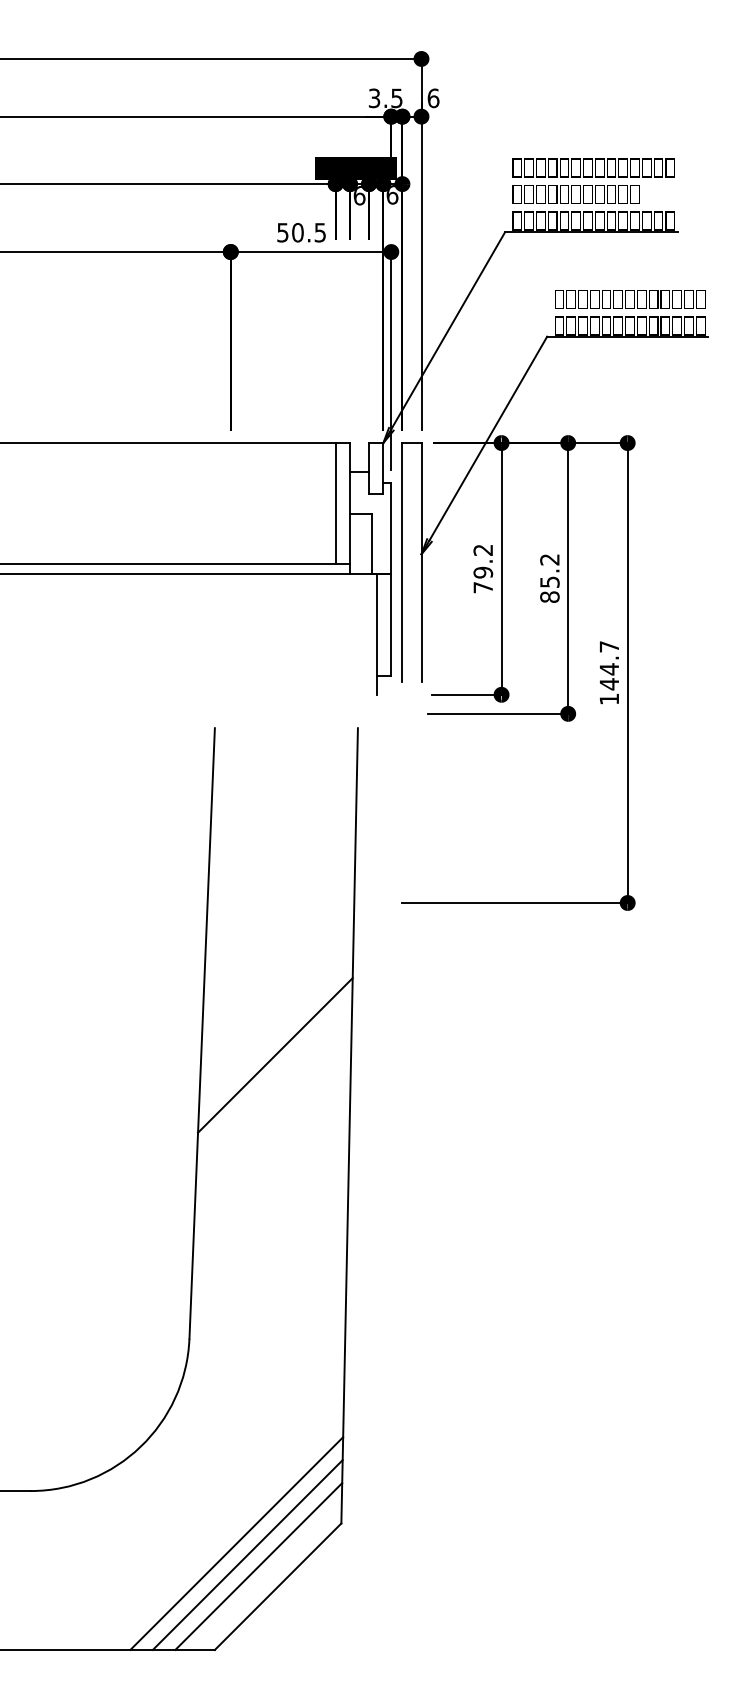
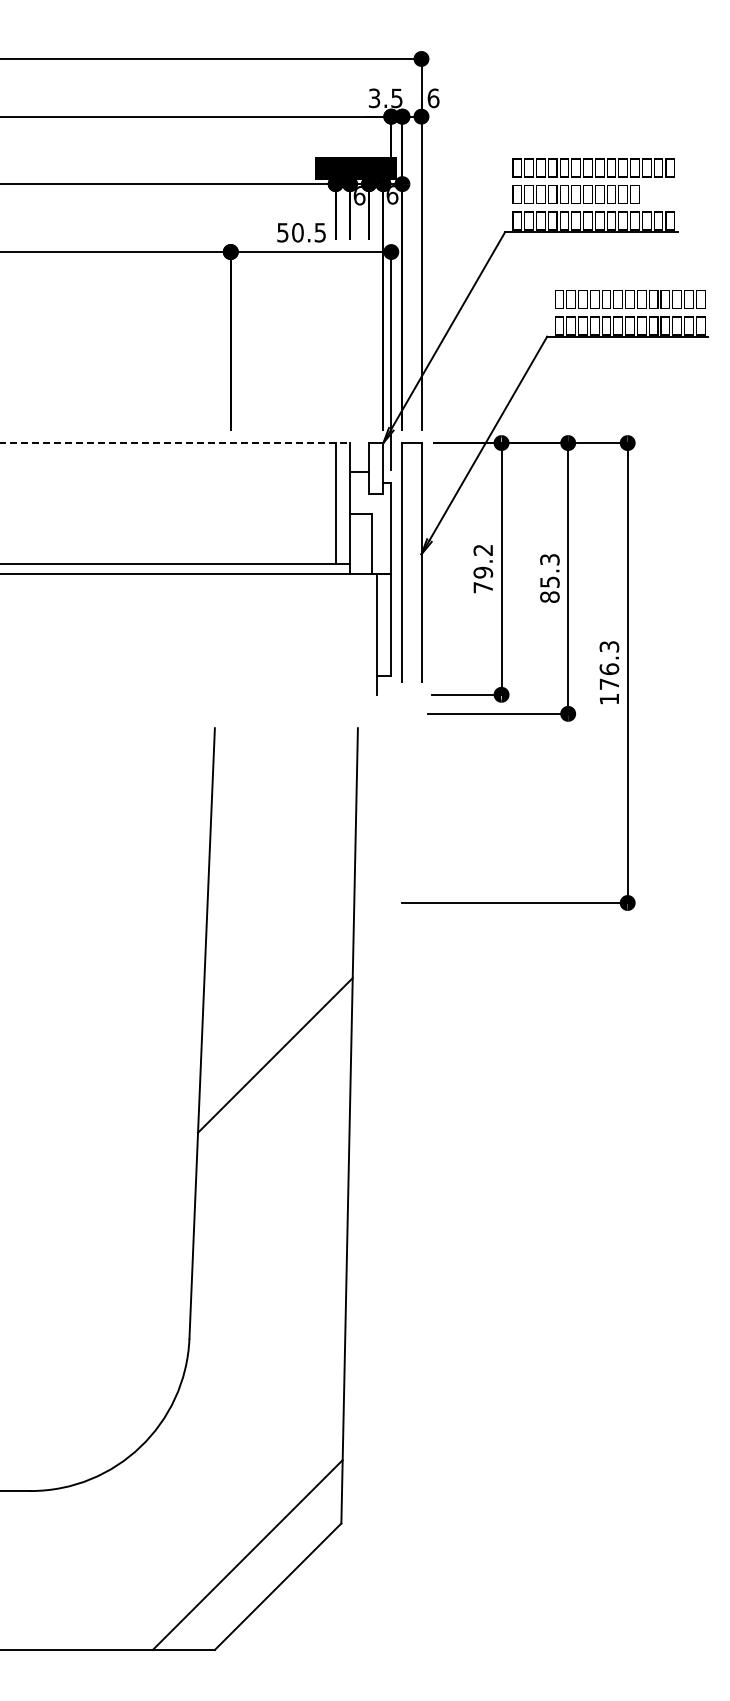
line at (175, 443): solid -> dashed
text at (549, 559): 85.2 -> 85.3
text at (609, 665): 144.7 -> 176.3
line at (236, 1543): present -> none
line at (258, 1566): present -> none
